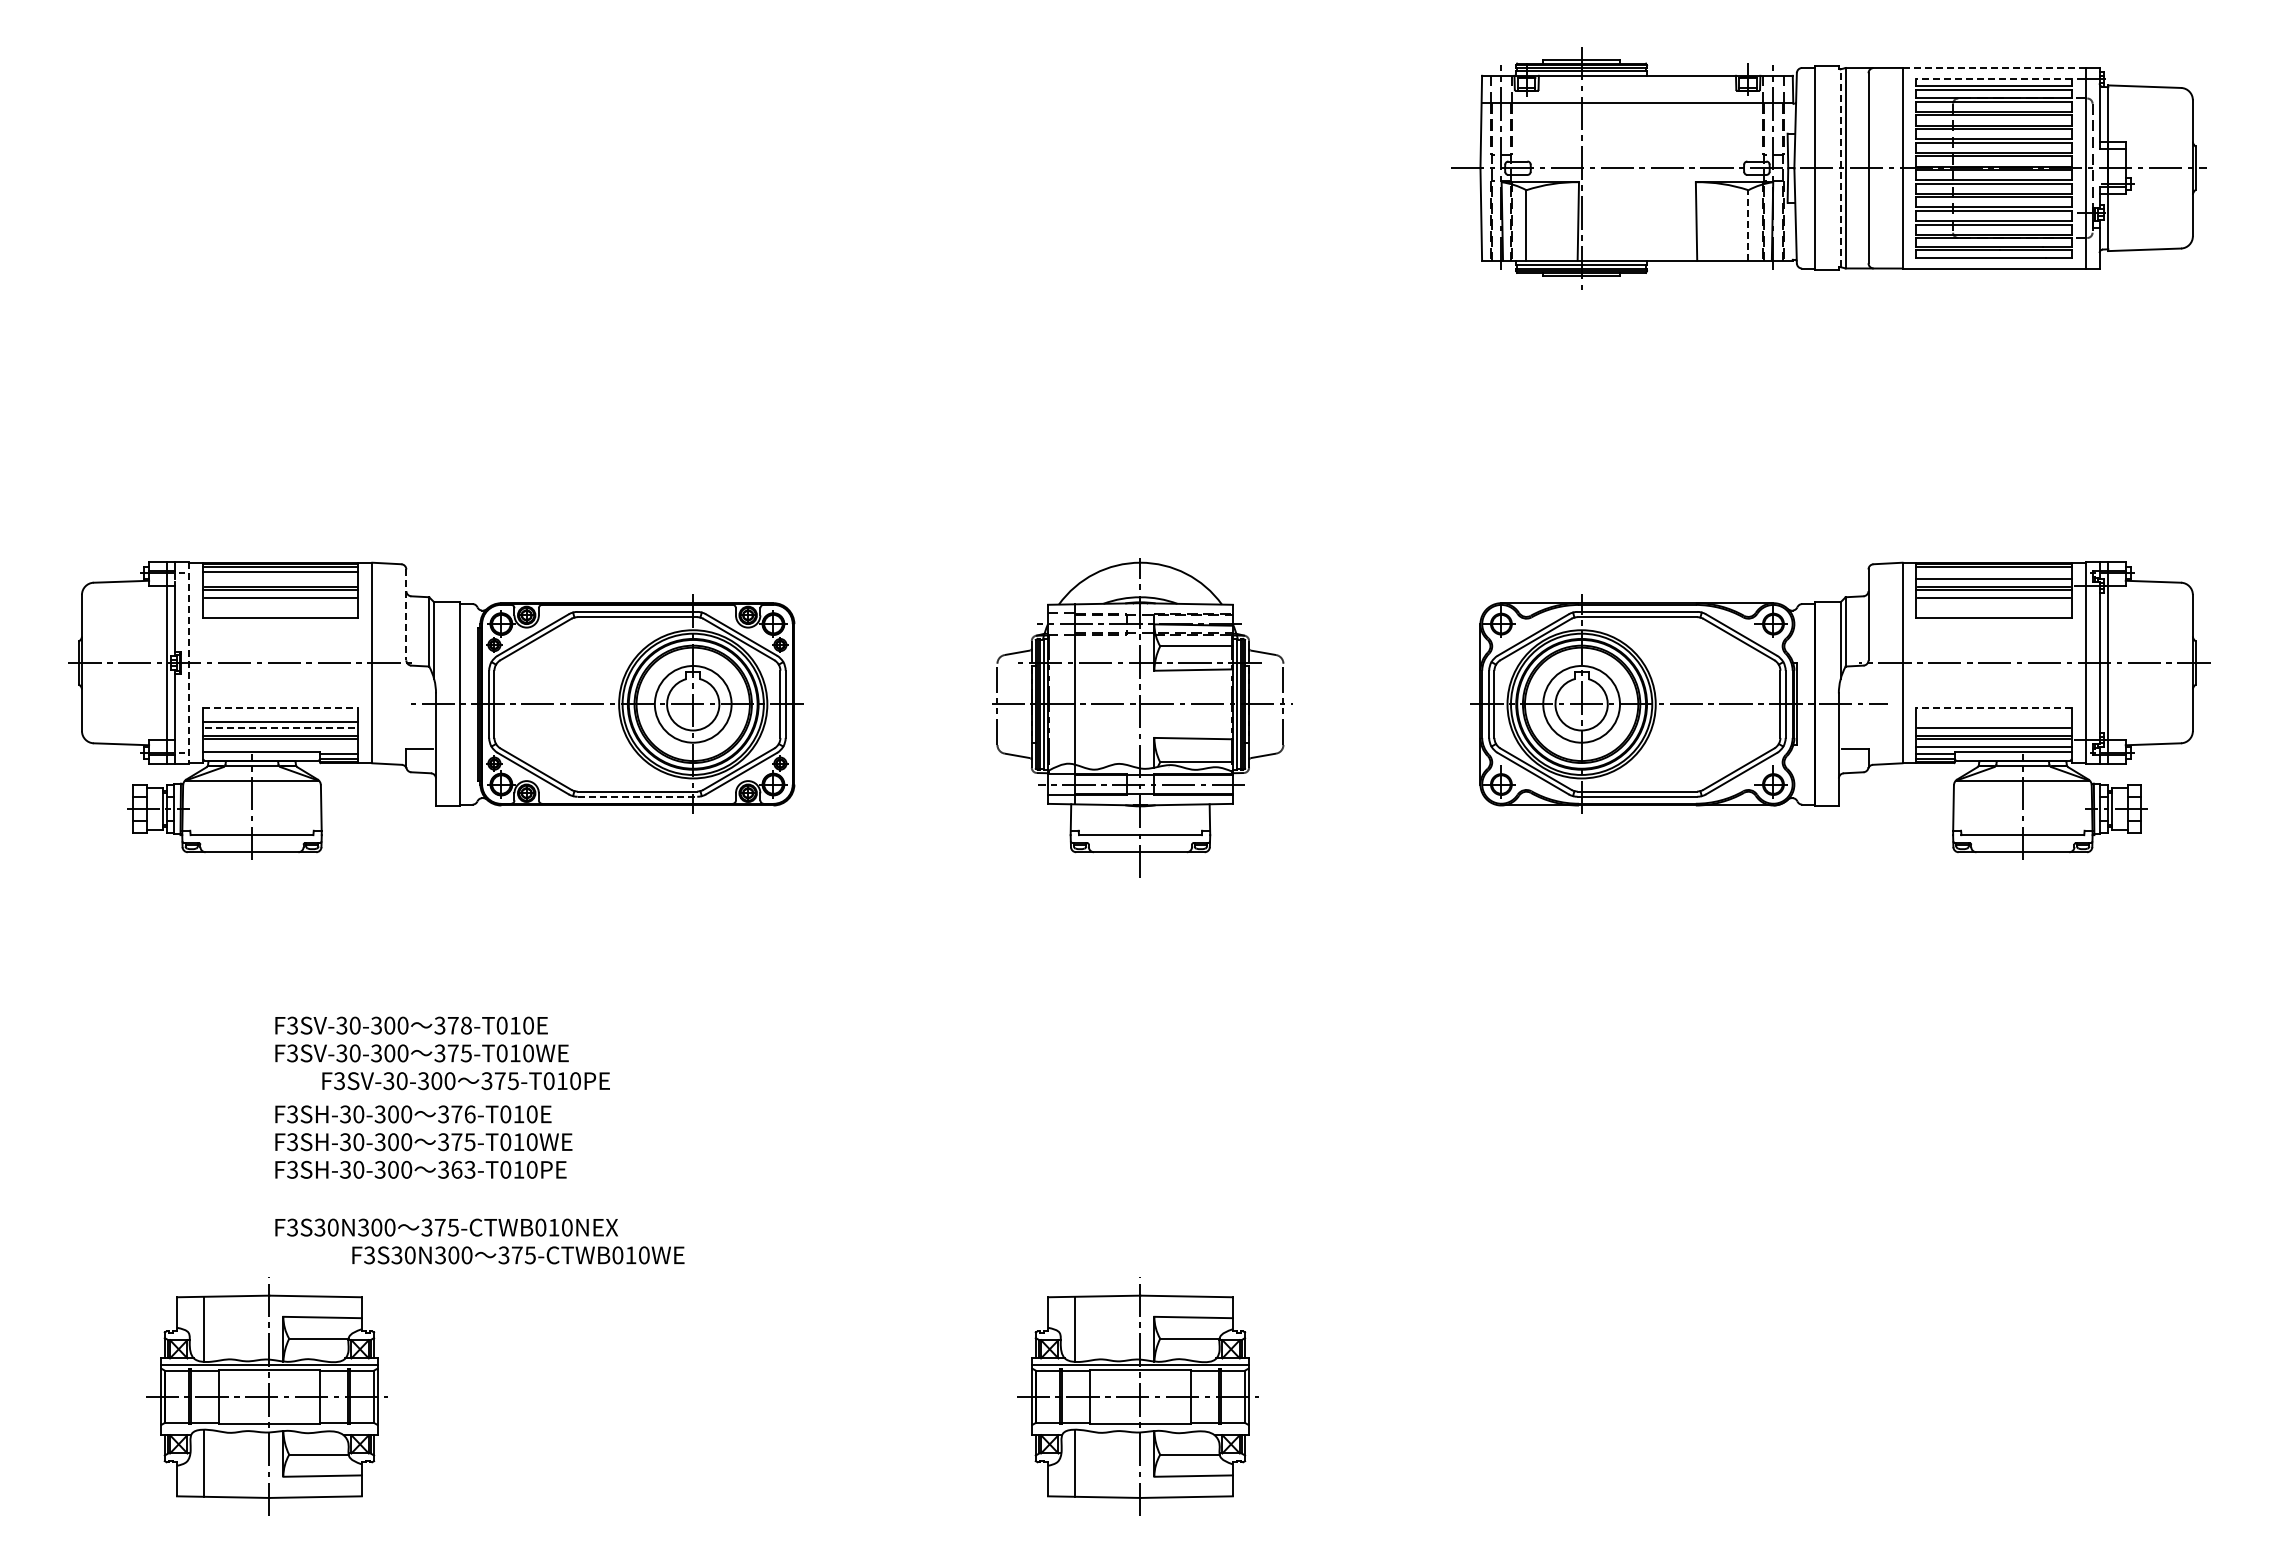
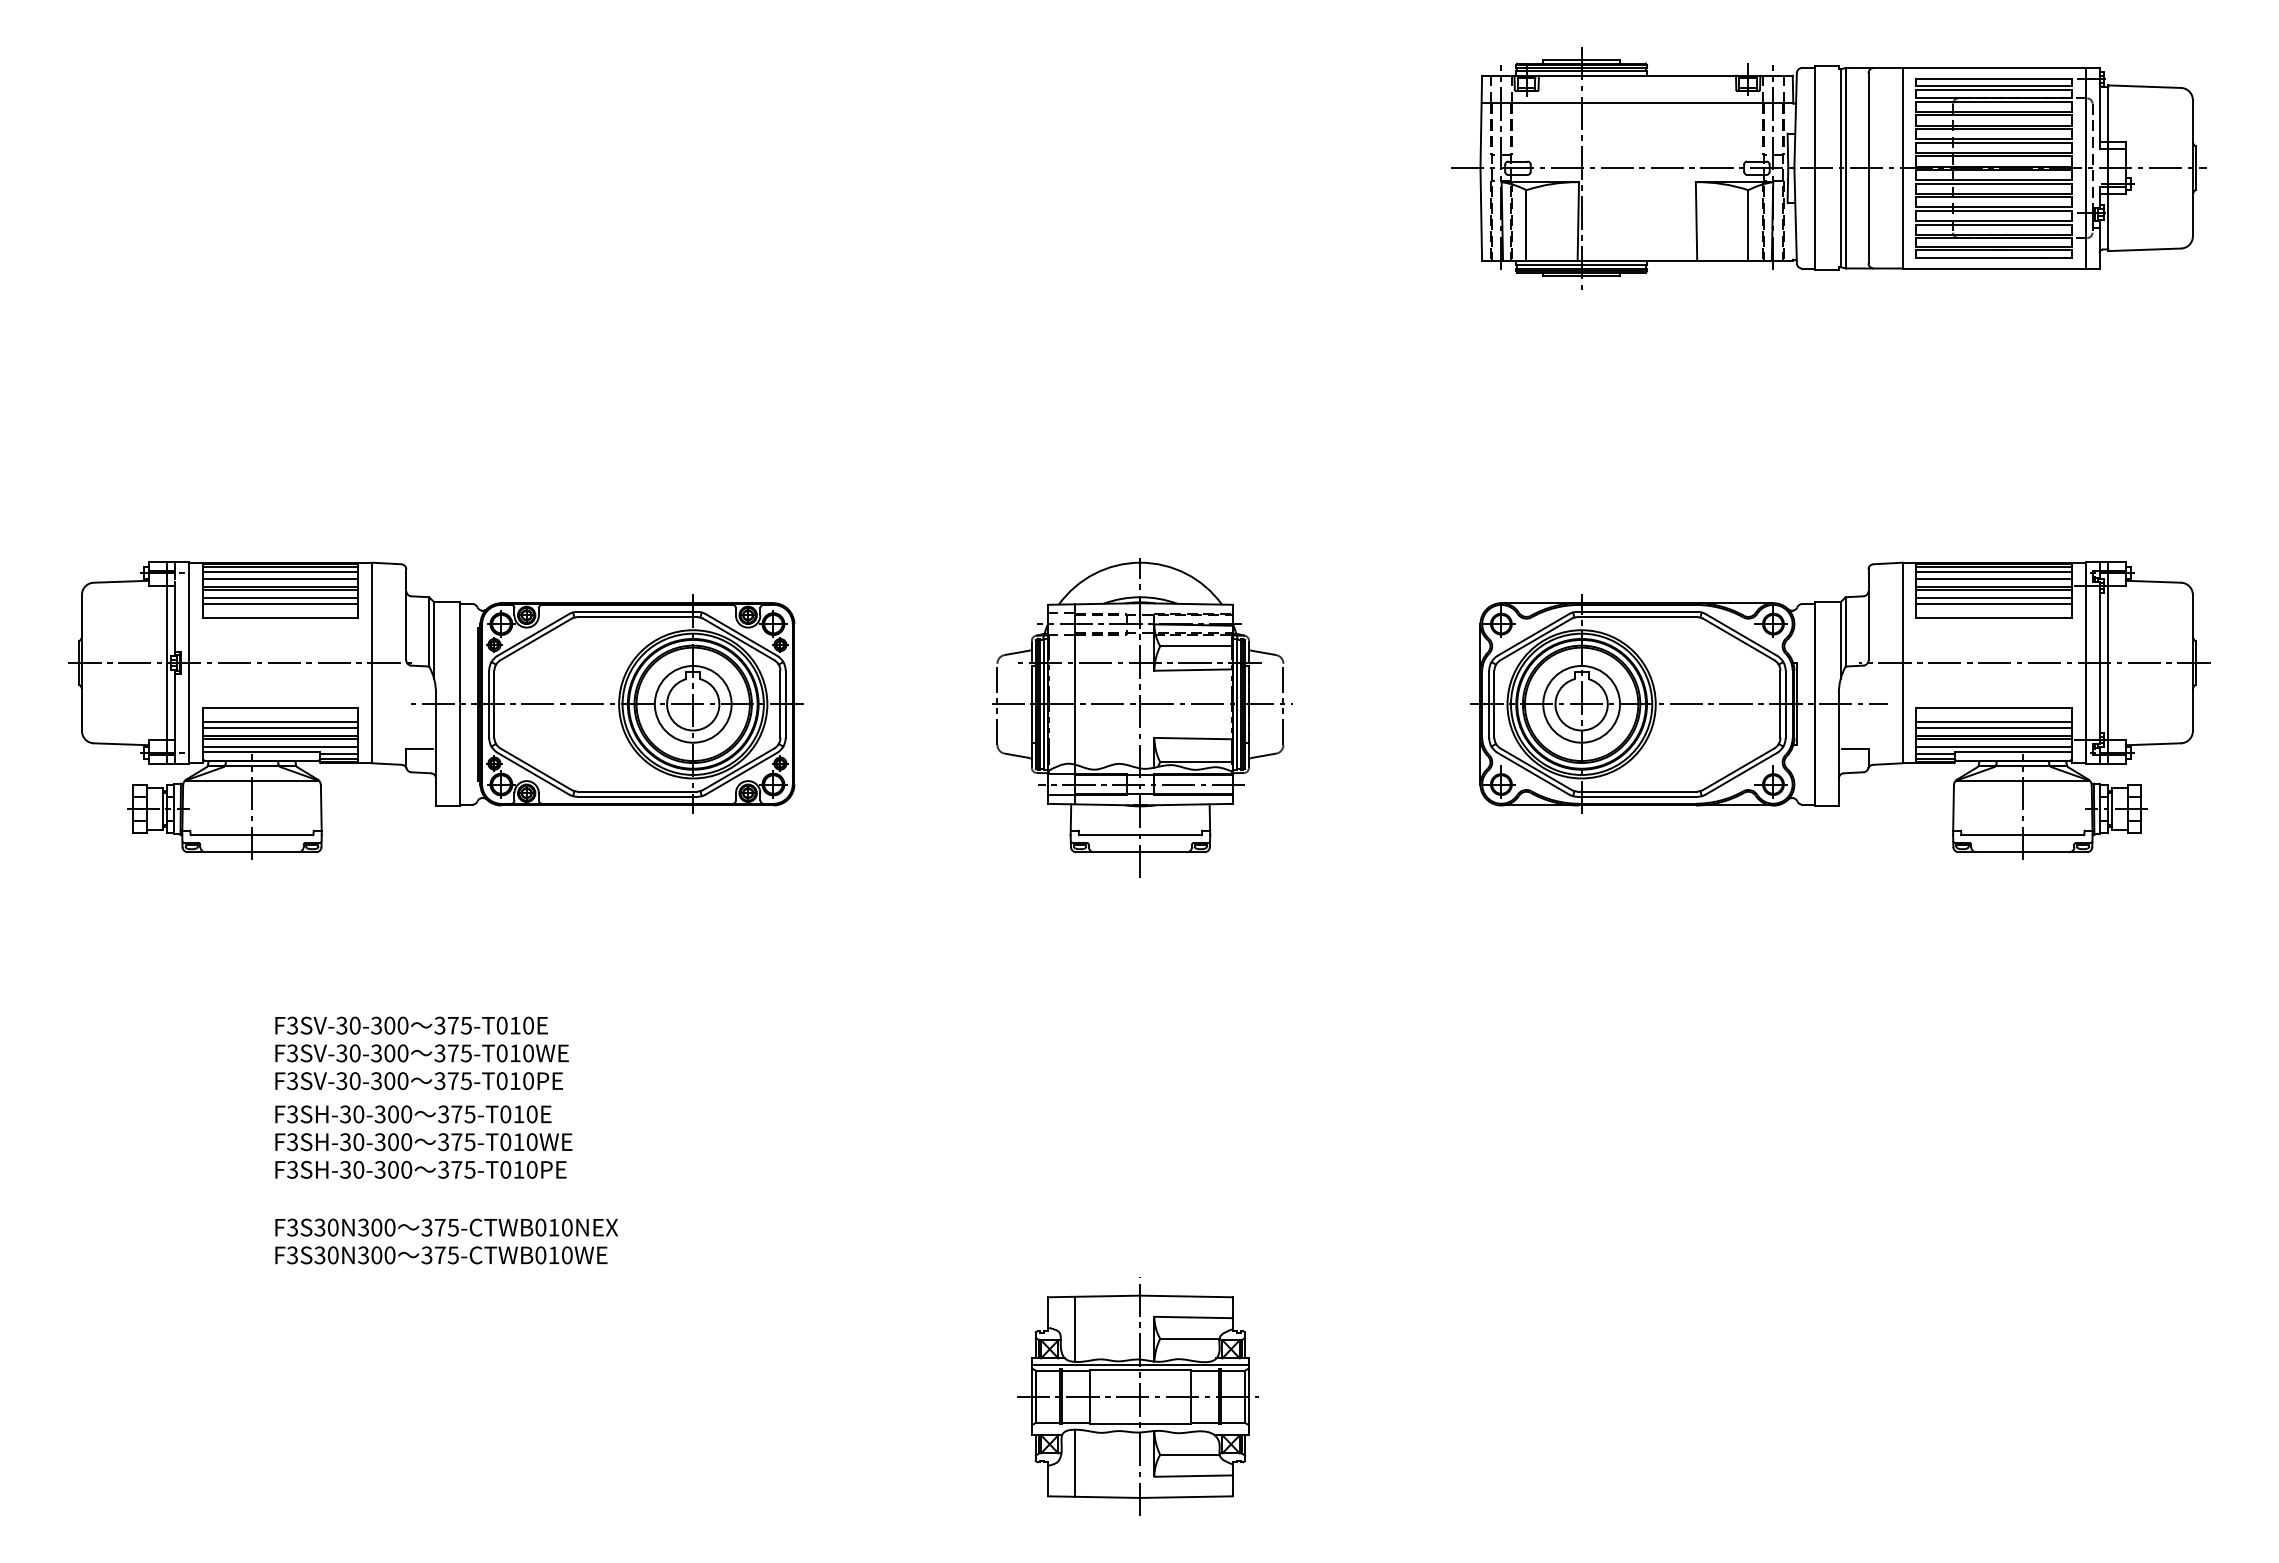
line at (1994, 67): dashed -> solid
line at (1994, 78): dashed -> solid
line at (1840, 168): dashed -> solid
line at (1748, 224): dashed -> solid
line at (1993, 571): none -> present
line at (280, 579): none -> present
line at (280, 604): none -> present
line at (1993, 604): none -> present
line at (406, 615): dashed -> solid
line at (189, 663): dashed -> solid
line at (280, 708): dashed -> solid
line at (1994, 708): dashed -> solid
line at (1993, 721): none -> present
line at (280, 727): dashed -> solid
line at (280, 746): none -> present
line at (637, 796): dashed -> solid
text at (465, 1025): 378-T010E -> 375-T010E
text at (465, 1081) position: (465, 1081) -> (418, 1081)
text at (469, 1114): 376-T010E -> 375-T010E
text at (463, 1169): 363-T010PE -> 375-T010PE
text at (518, 1255) position: (518, 1255) -> (441, 1255)
part at (266, 1396): present -> none
